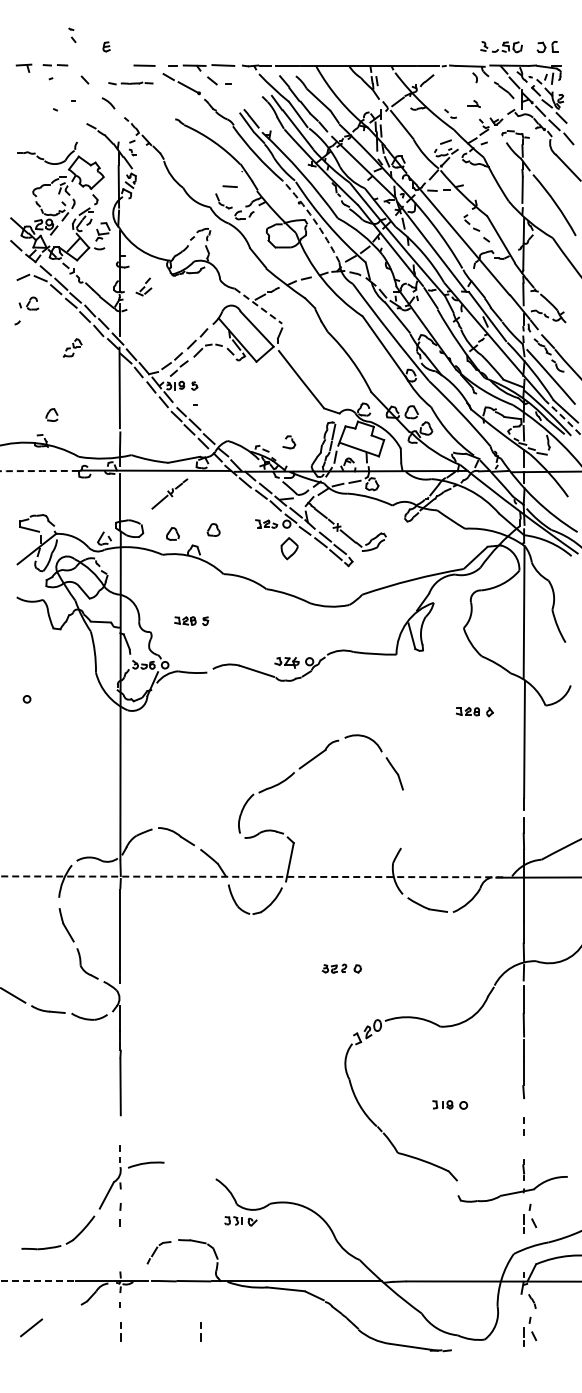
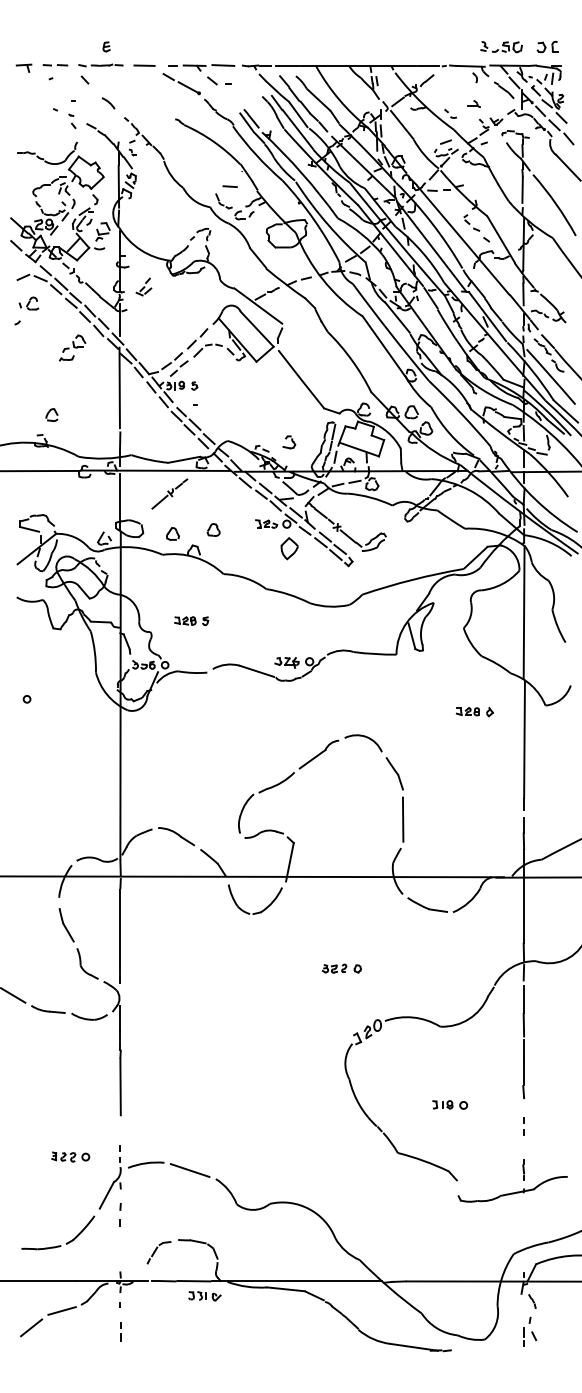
part at (72, 35) position: (72, 35) -> (72, 121)
part at (130, 83) position: (130, 83) -> (100, 65)
arc at (313, 219): dashed -> solid
line at (258, 306): dashed -> solid
part at (72, 347) size: 20x20 px -> 28x28 px
arc at (564, 418): dashed -> solid
arc at (39, 471): dashed -> solid
line at (402, 819): none -> present
line at (252, 876): dashed -> solid
part at (70, 1156): none -> present
line at (189, 1170): none -> present
part at (530, 1218): present -> none
part at (240, 1221) position: (240, 1221) -> (204, 1296)
line at (37, 1280): dashed -> solid
line at (61, 1310): none -> present
line at (200, 1333): present -> none
